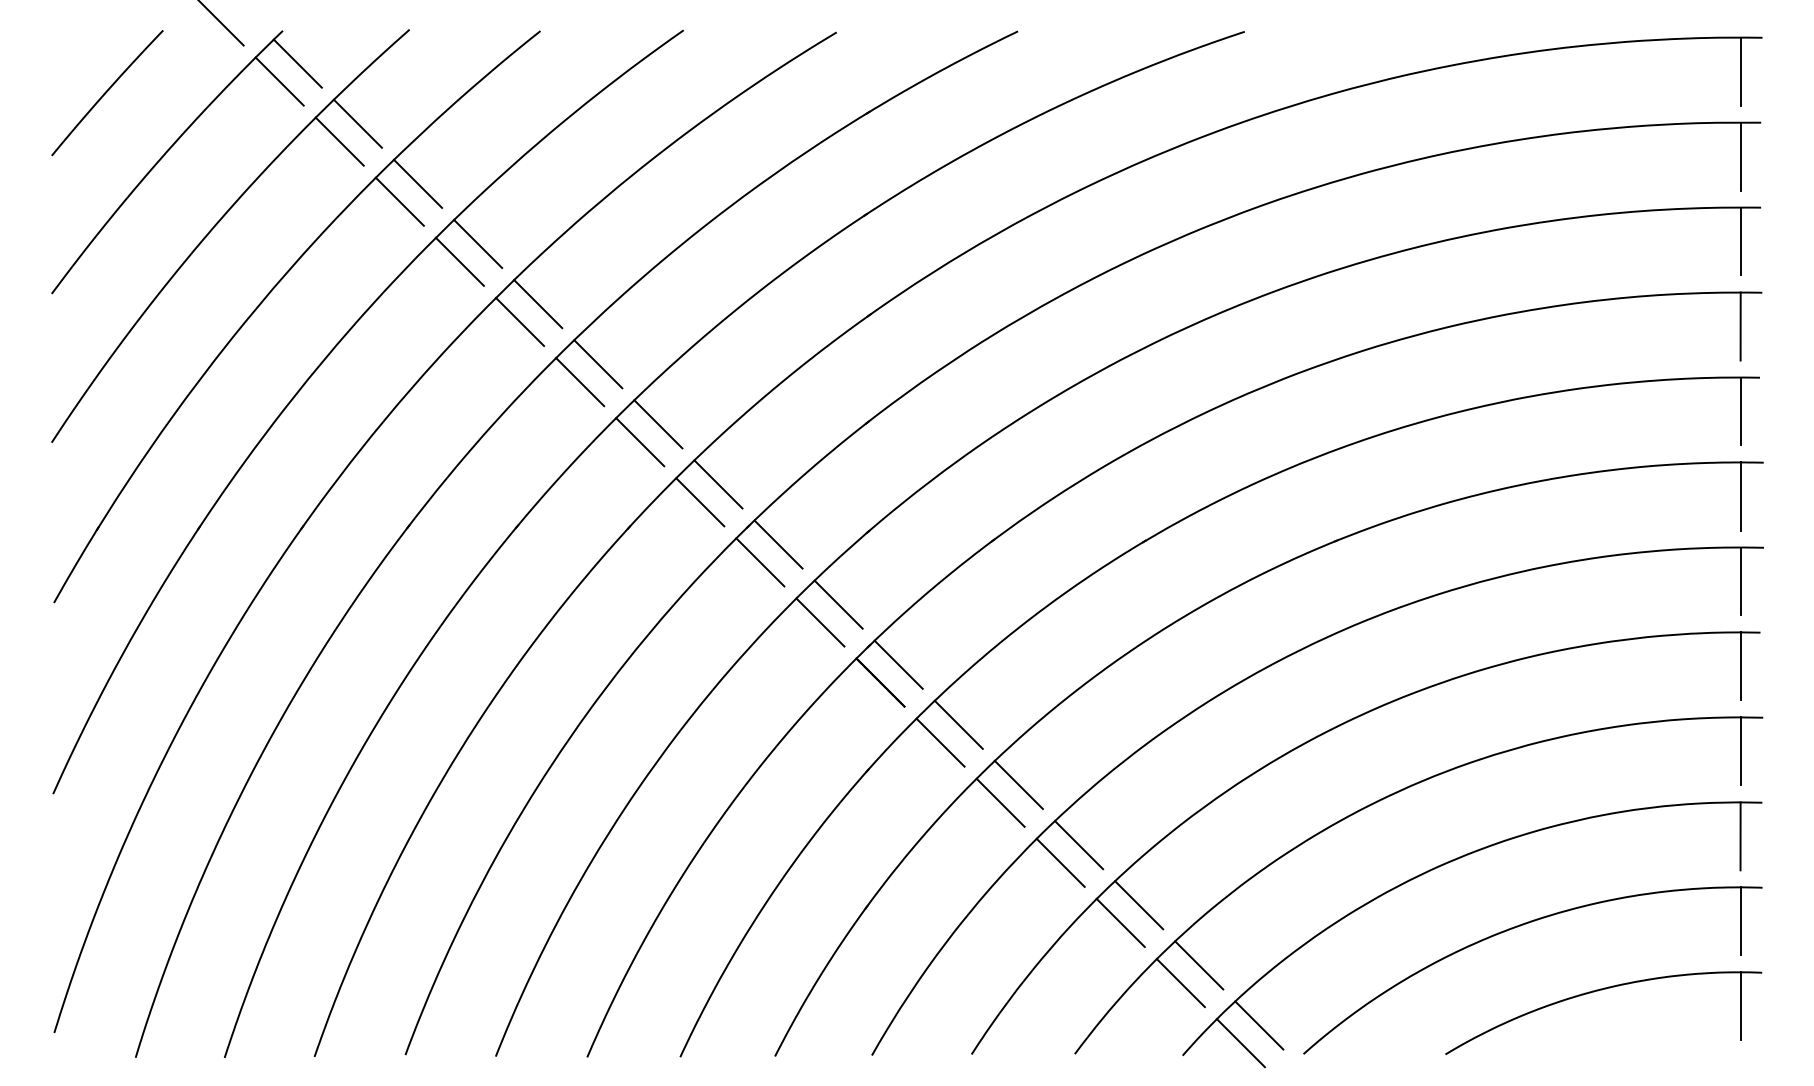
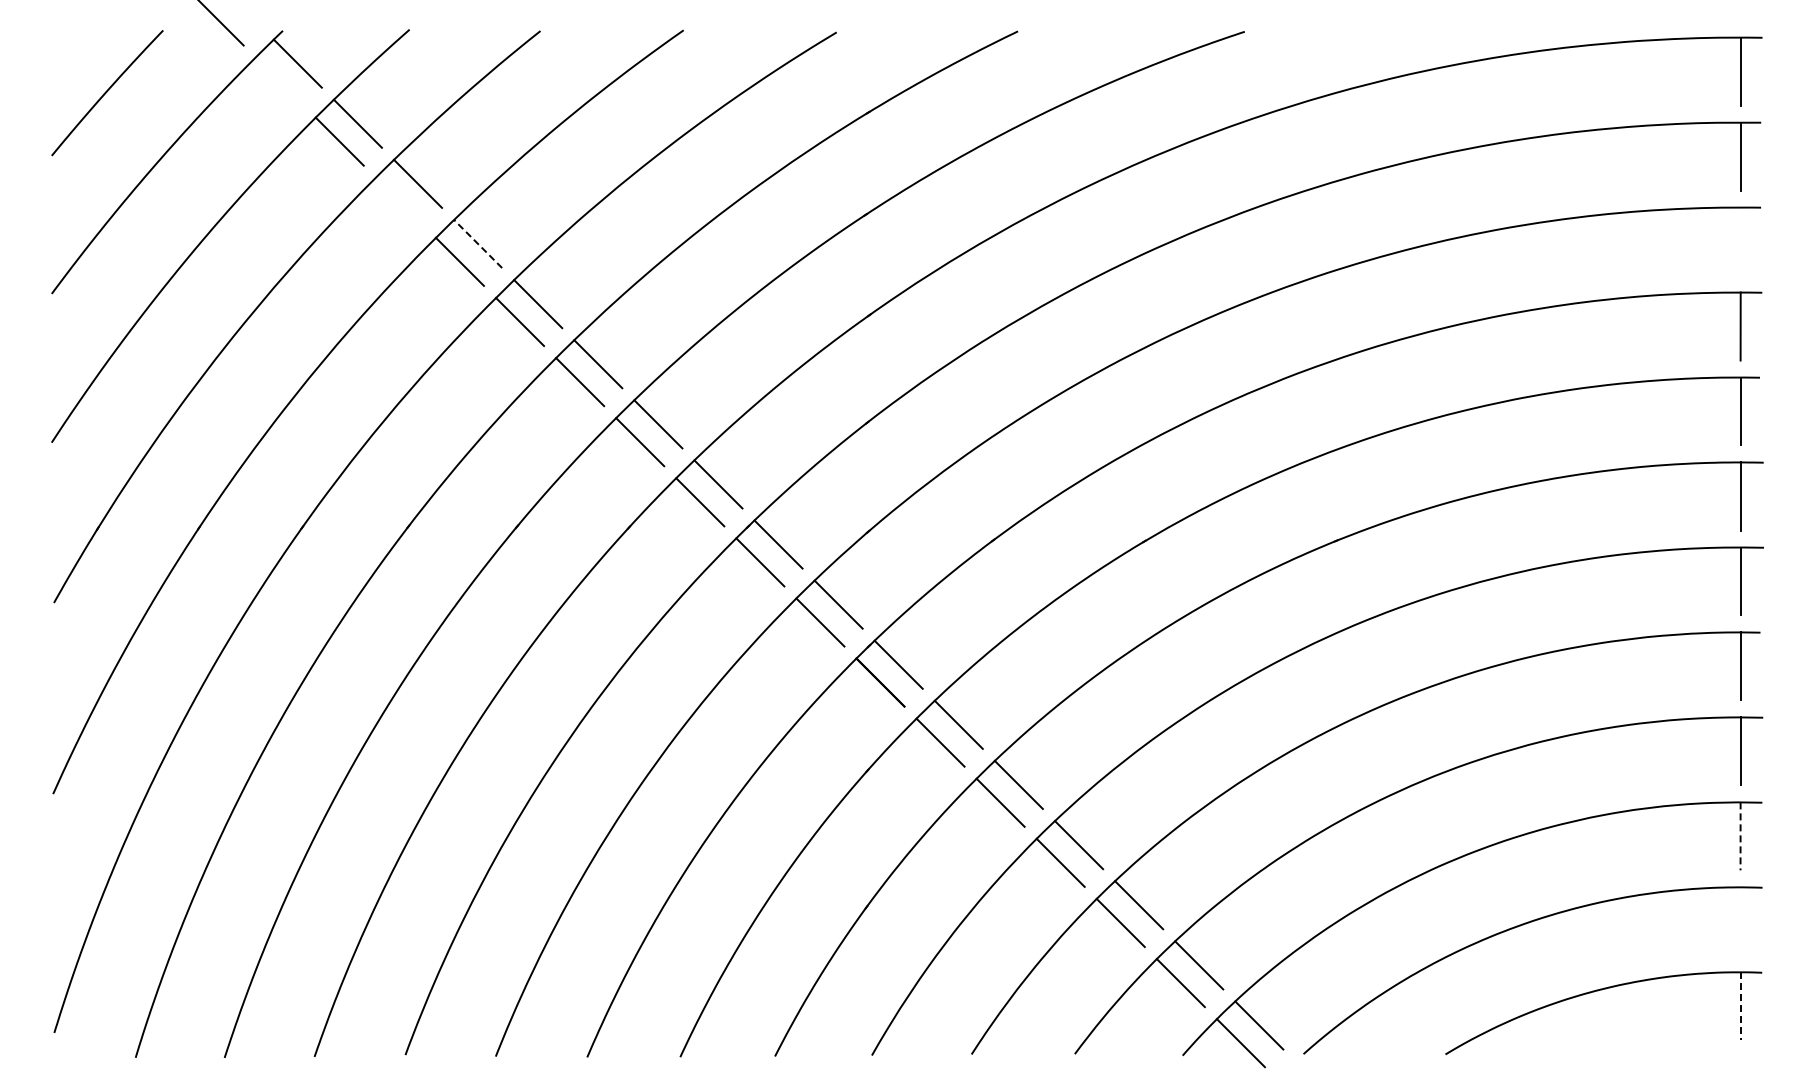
line at (279, 81): present -> none
line at (399, 201): present -> none
line at (1740, 241): present -> none
line at (478, 244): solid -> dashed
line at (1740, 836): solid -> dashed
line at (1740, 921): present -> none
line at (1740, 1006): solid -> dashed
